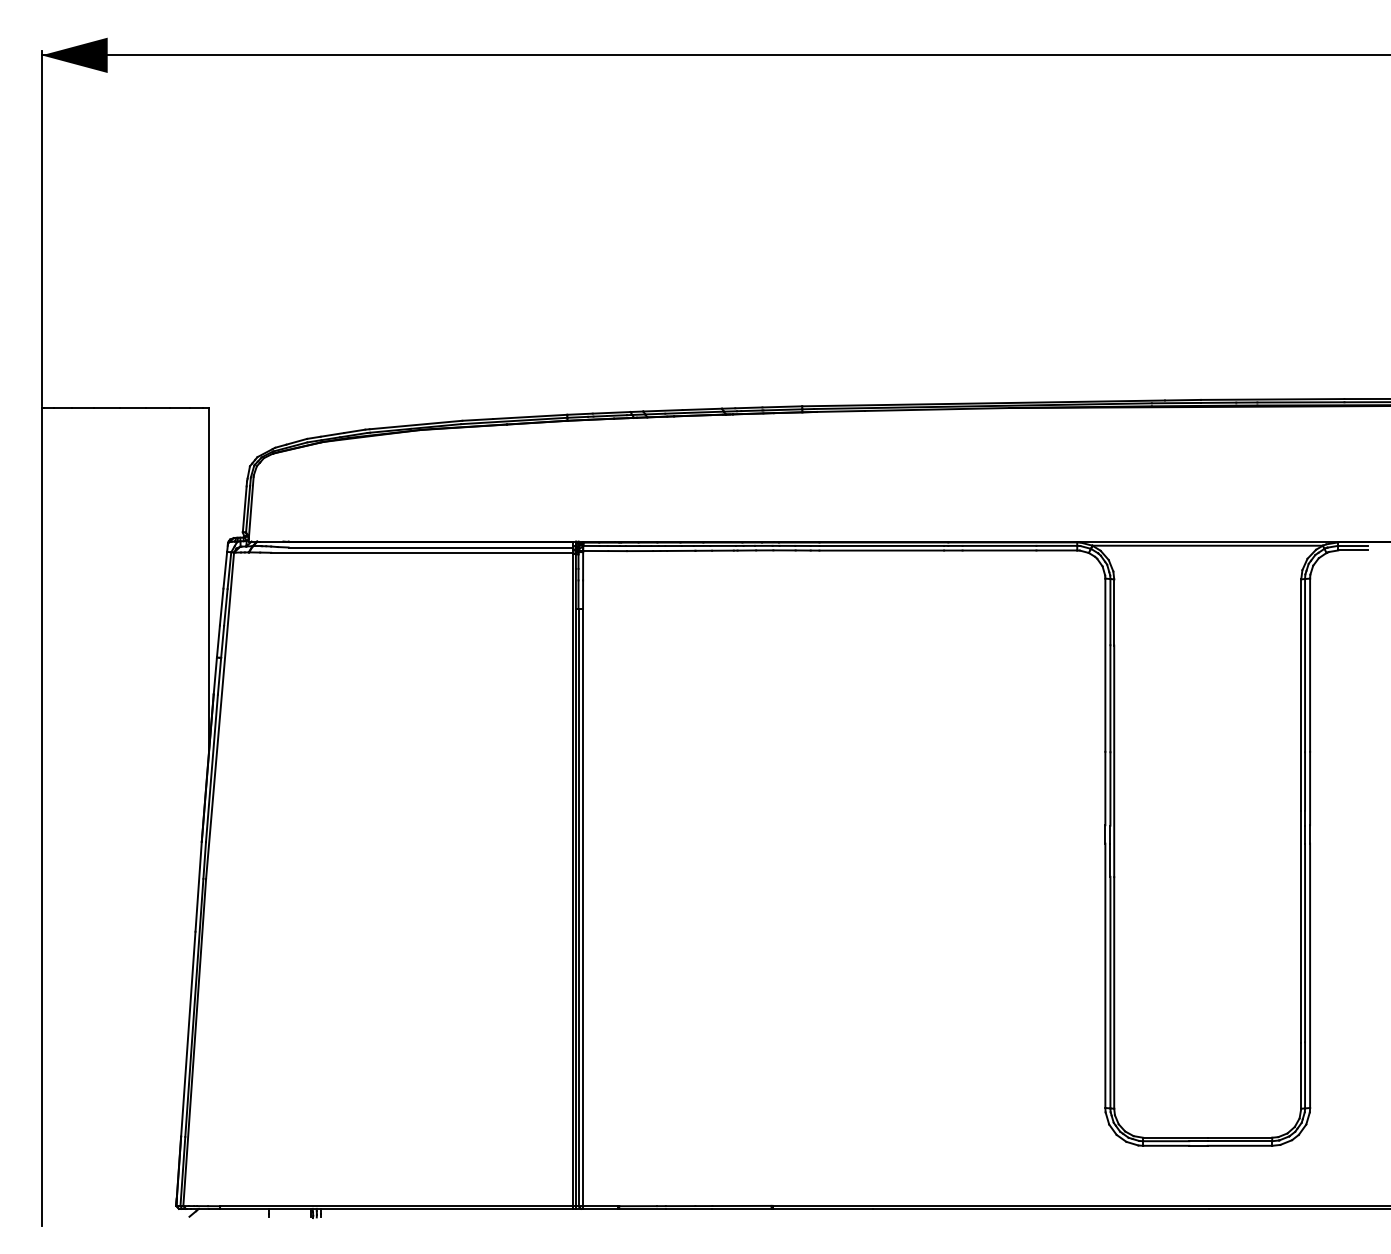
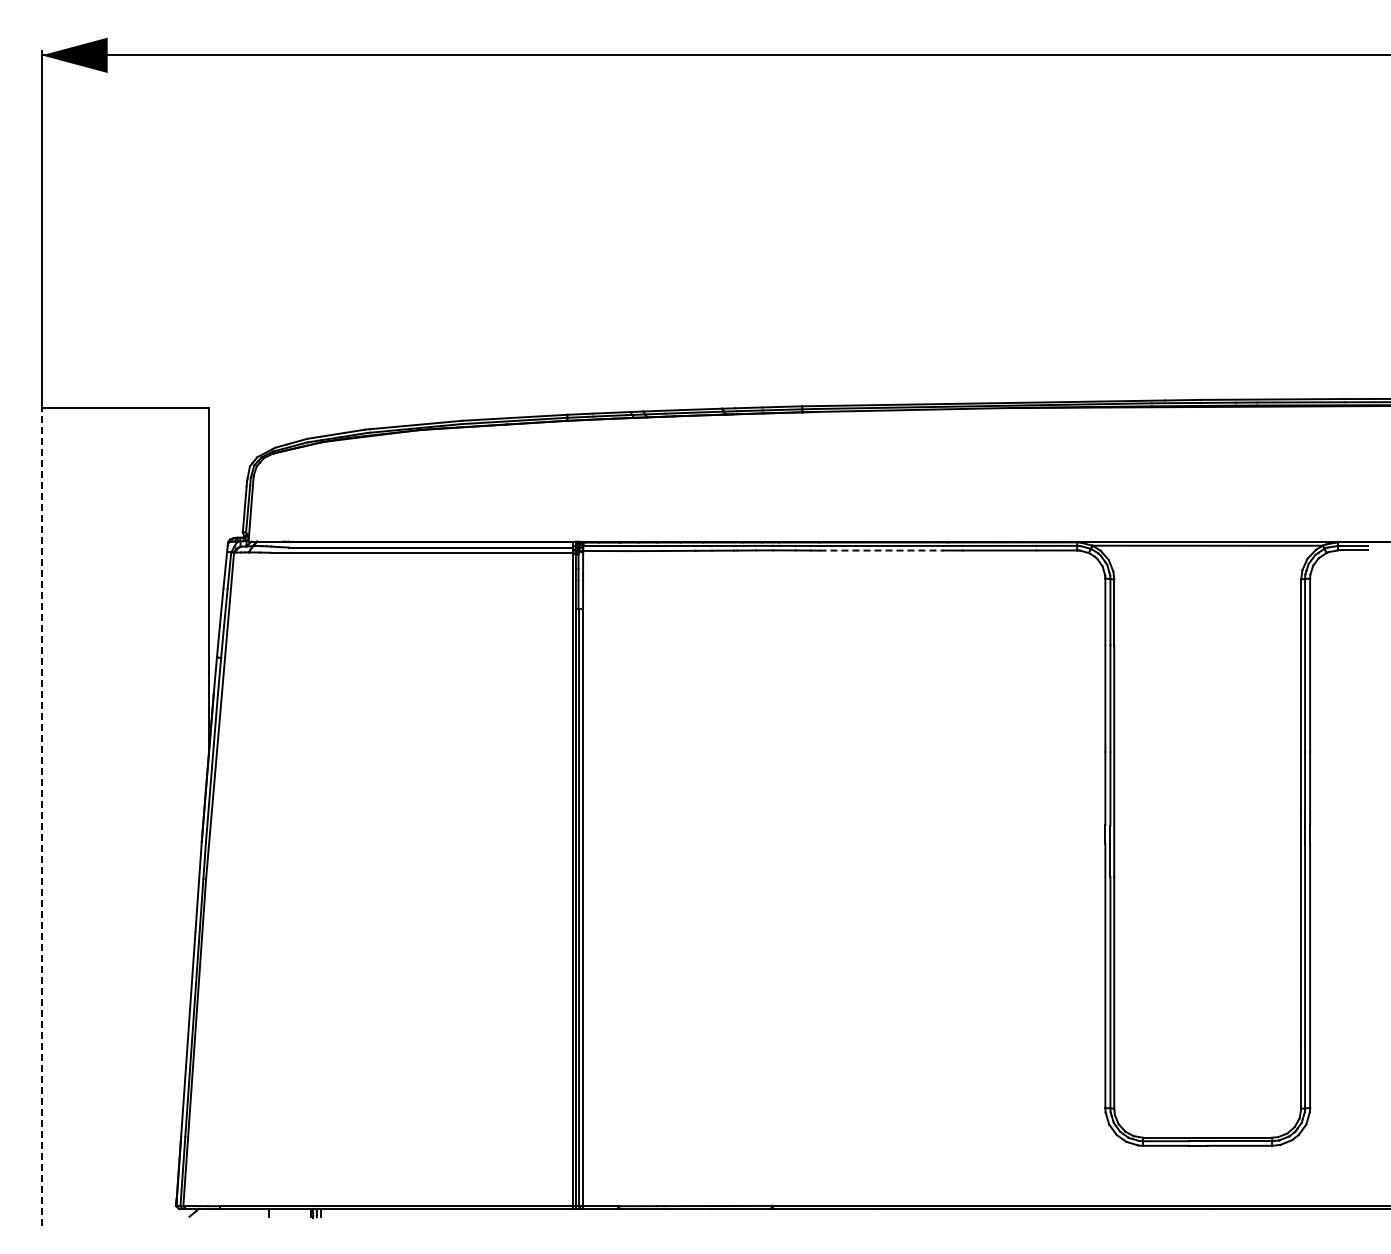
line at (882, 550): solid -> dashed
line at (41, 817): solid -> dashed
